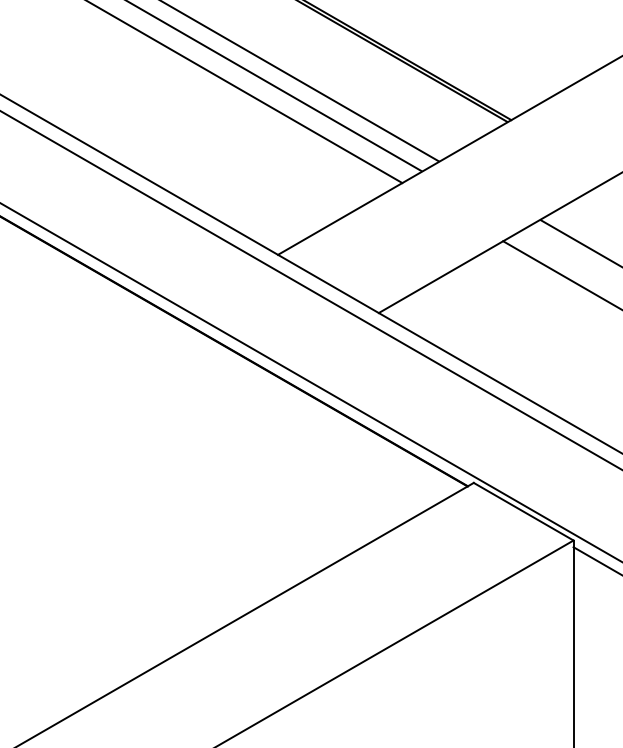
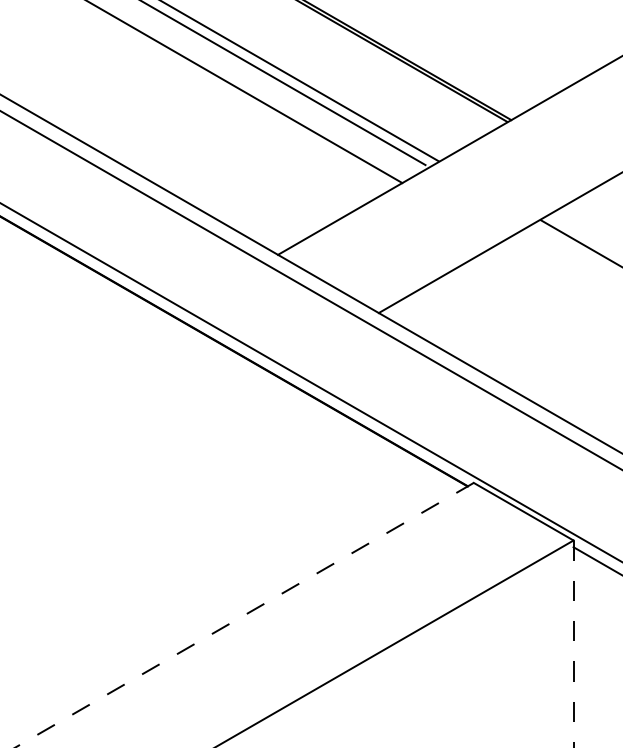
line at (275, 86) position: (275, 86) -> (284, 83)
line at (561, 274): present -> none
line at (244, 615): solid -> dashed
line at (573, 644): solid -> dashed
